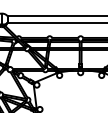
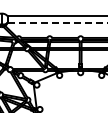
line at (58, 22): solid -> dashed
